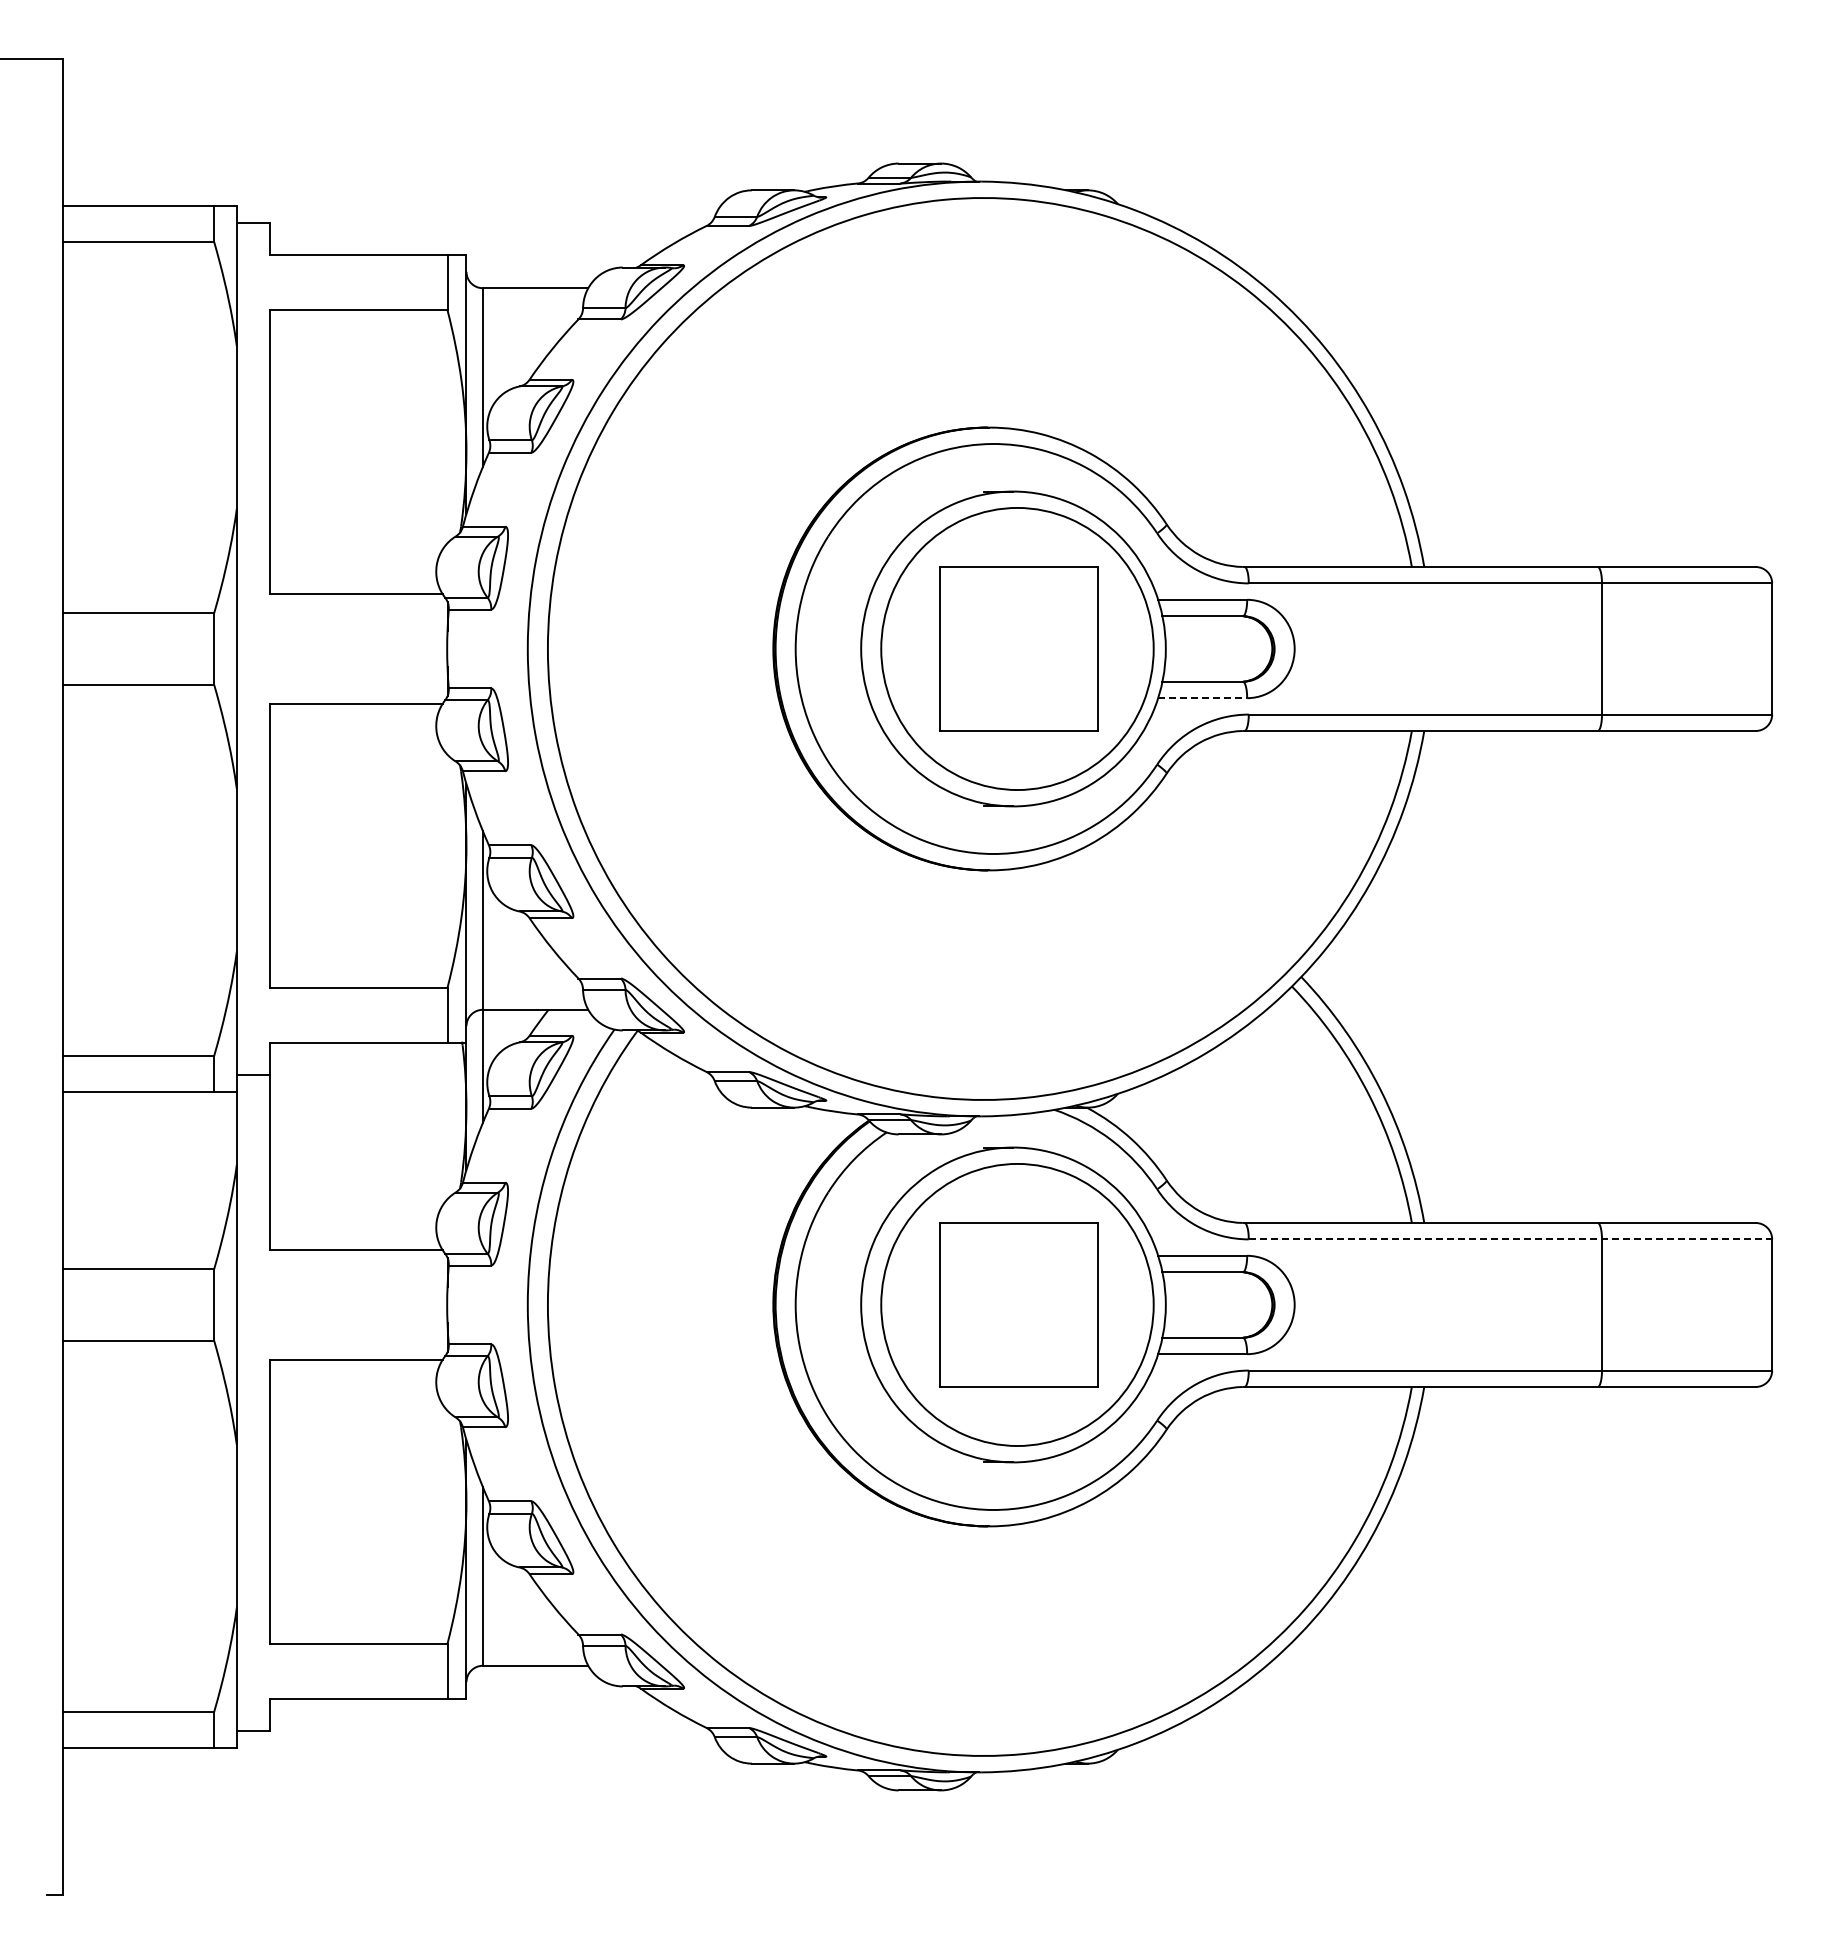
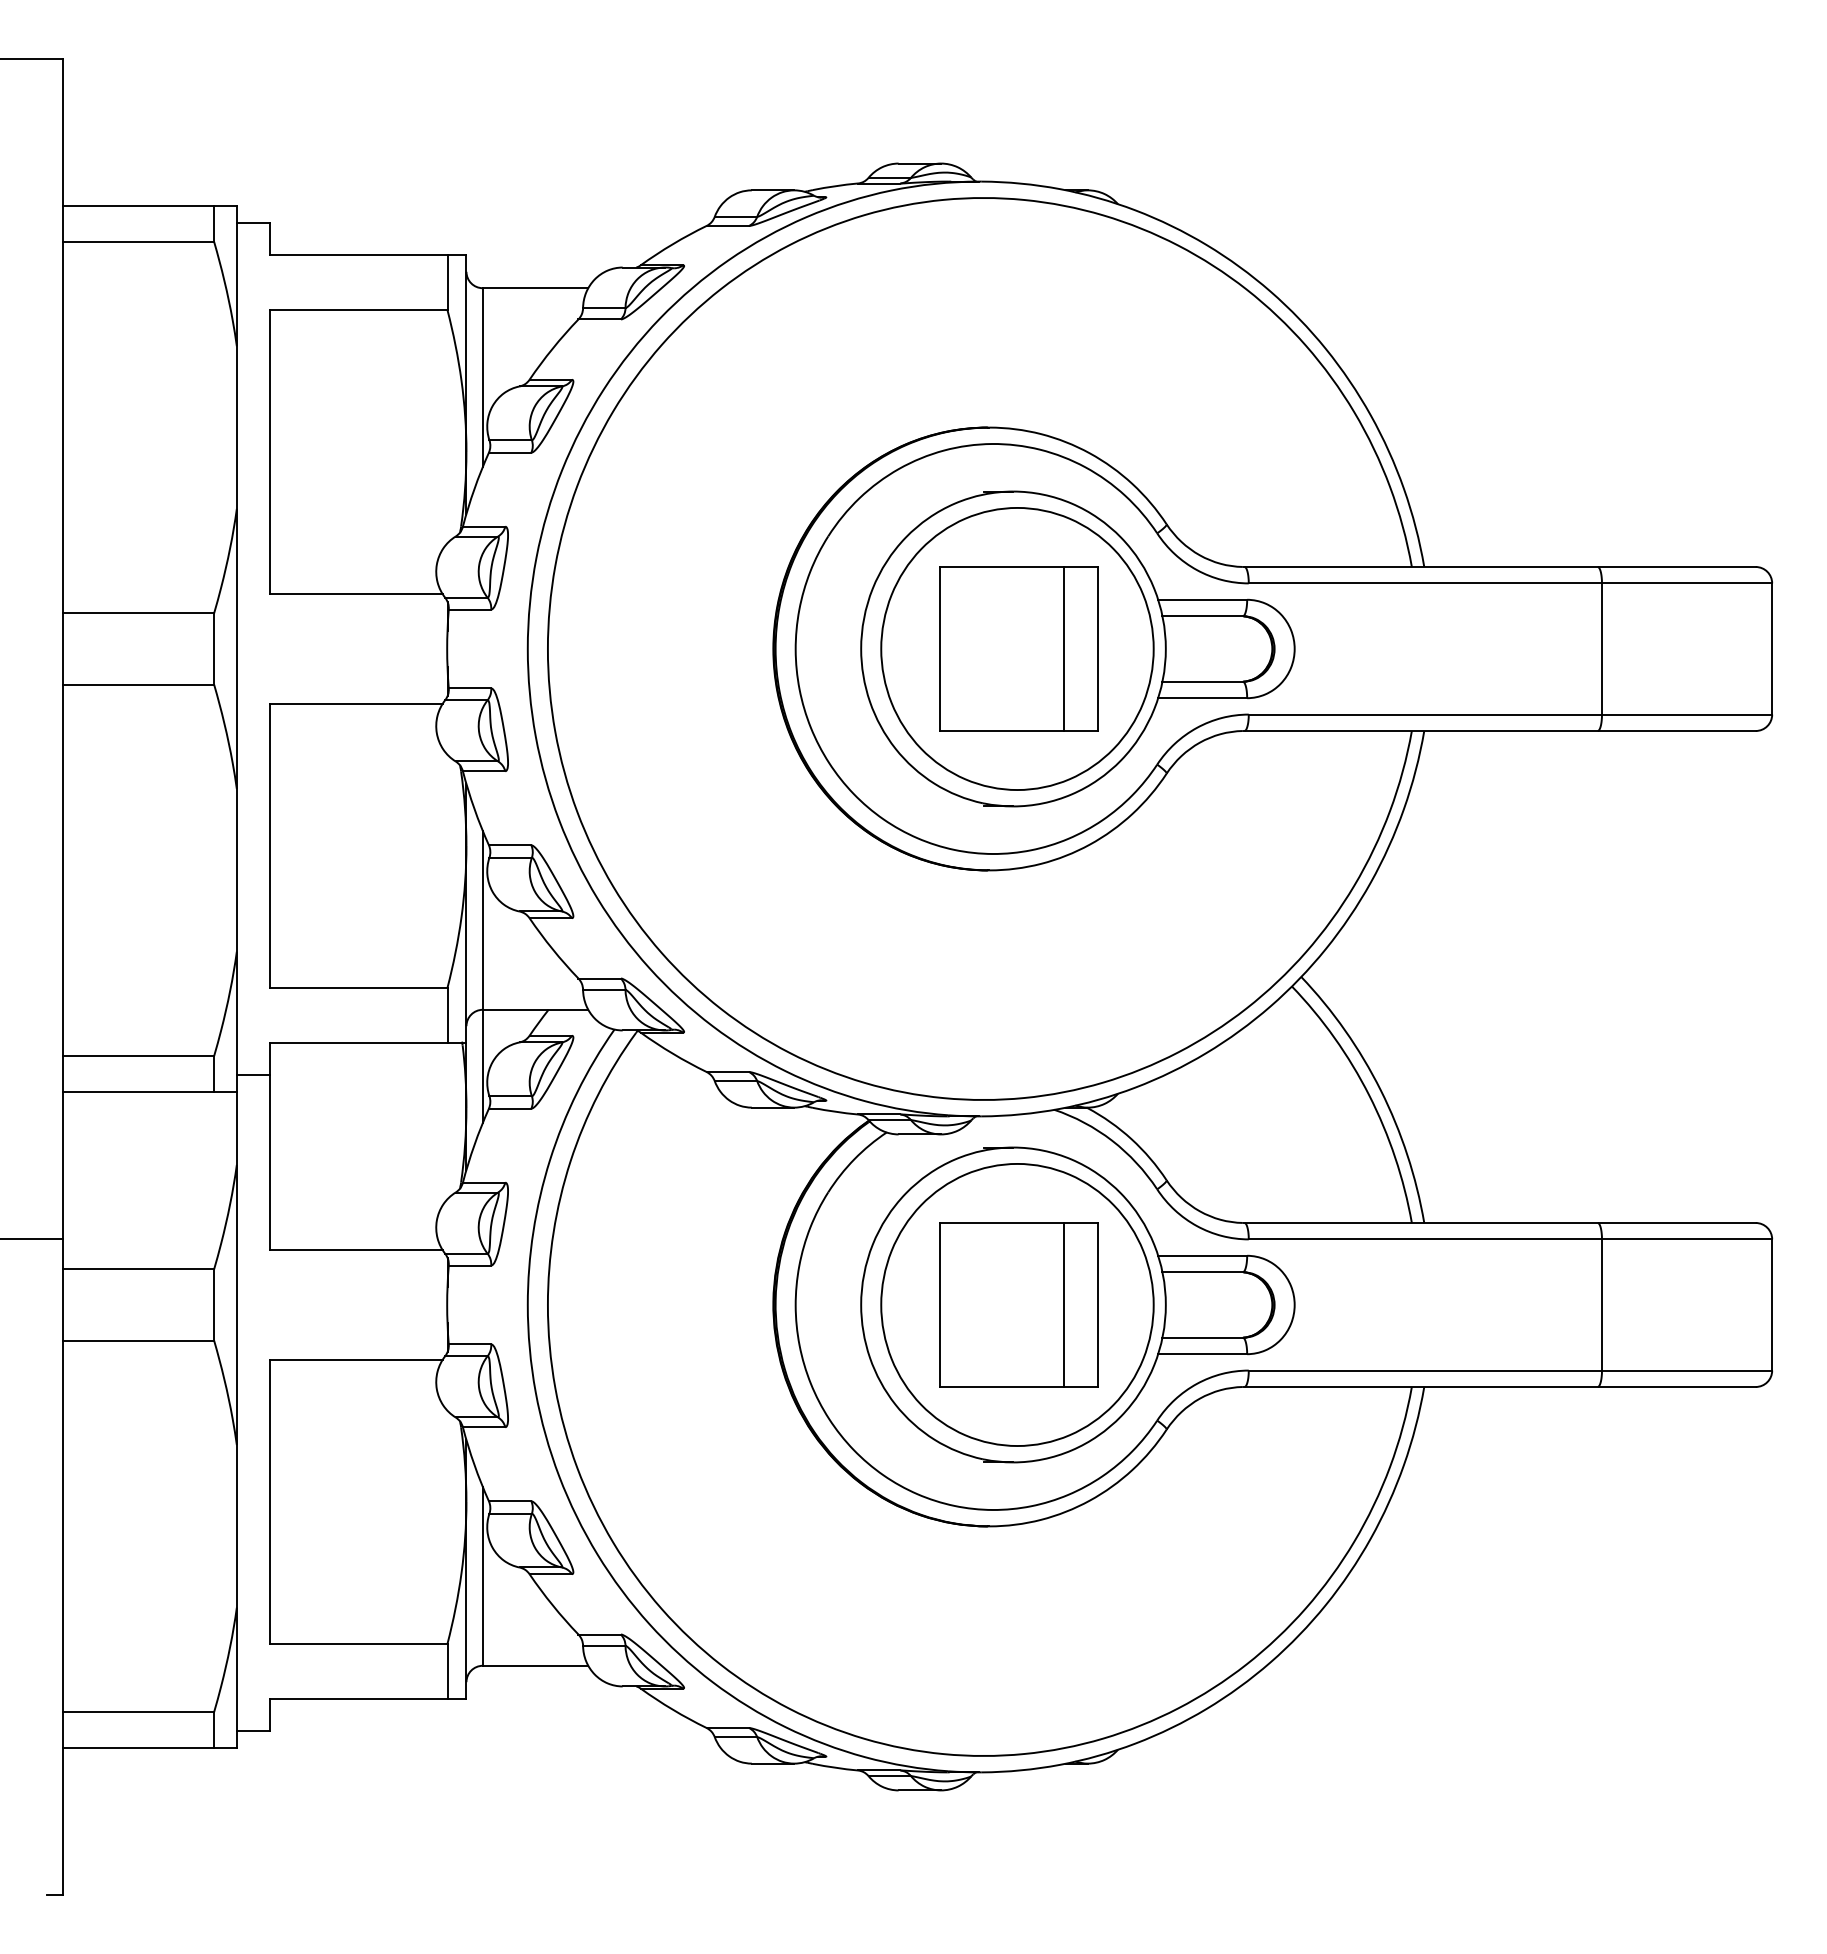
line at (1064, 649): none -> present
line at (1202, 698): dashed -> solid
line at (32, 1239): none -> present
line at (1510, 1239): dashed -> solid
line at (1064, 1304): none -> present
